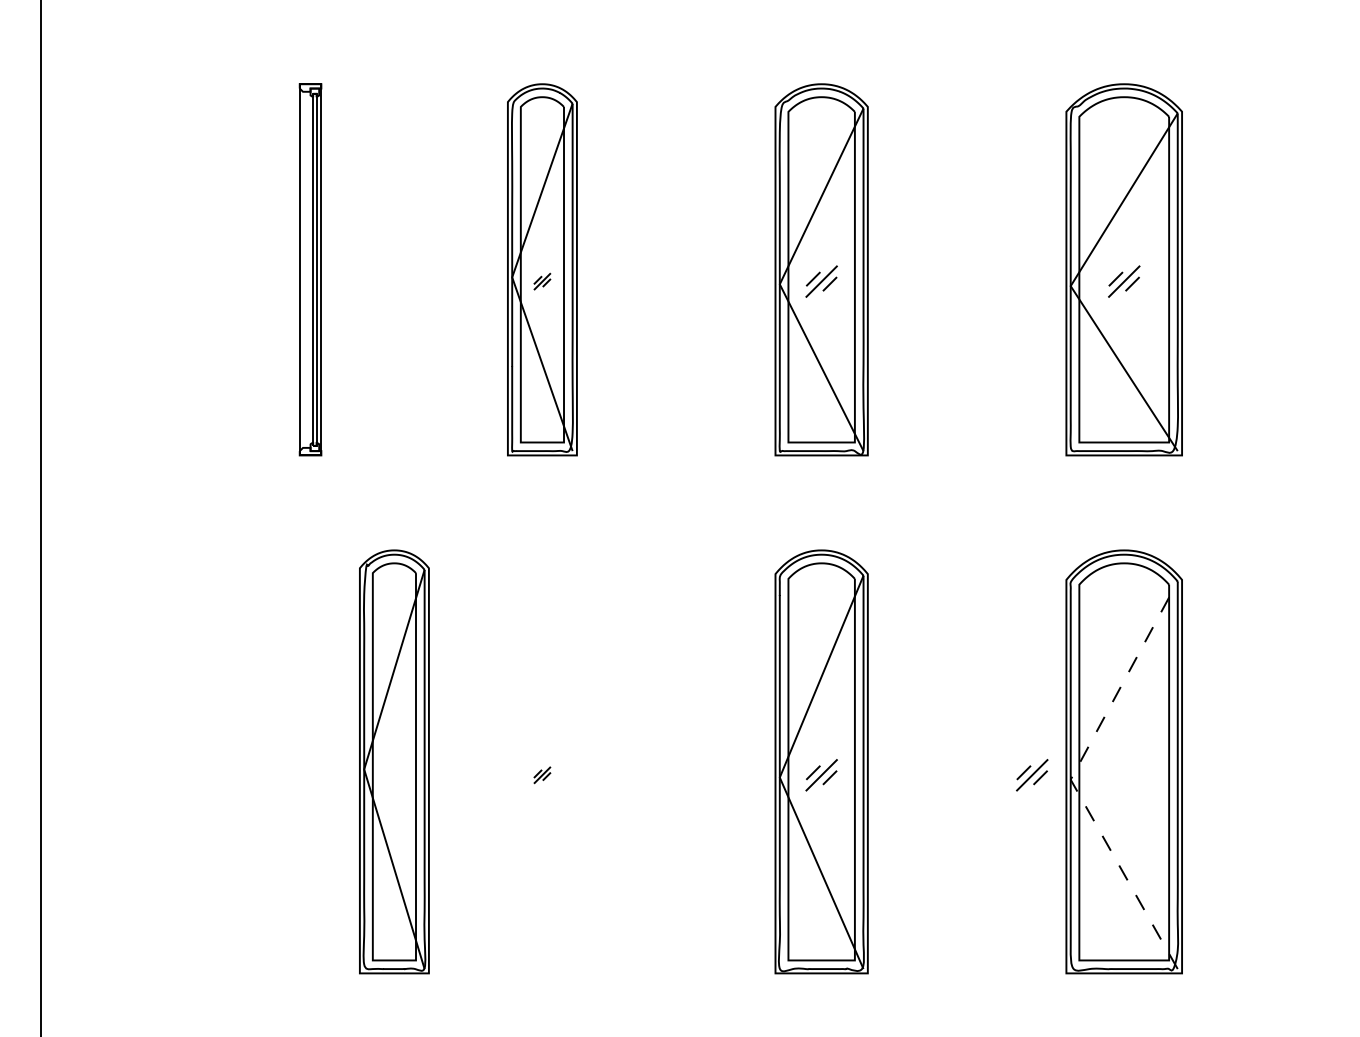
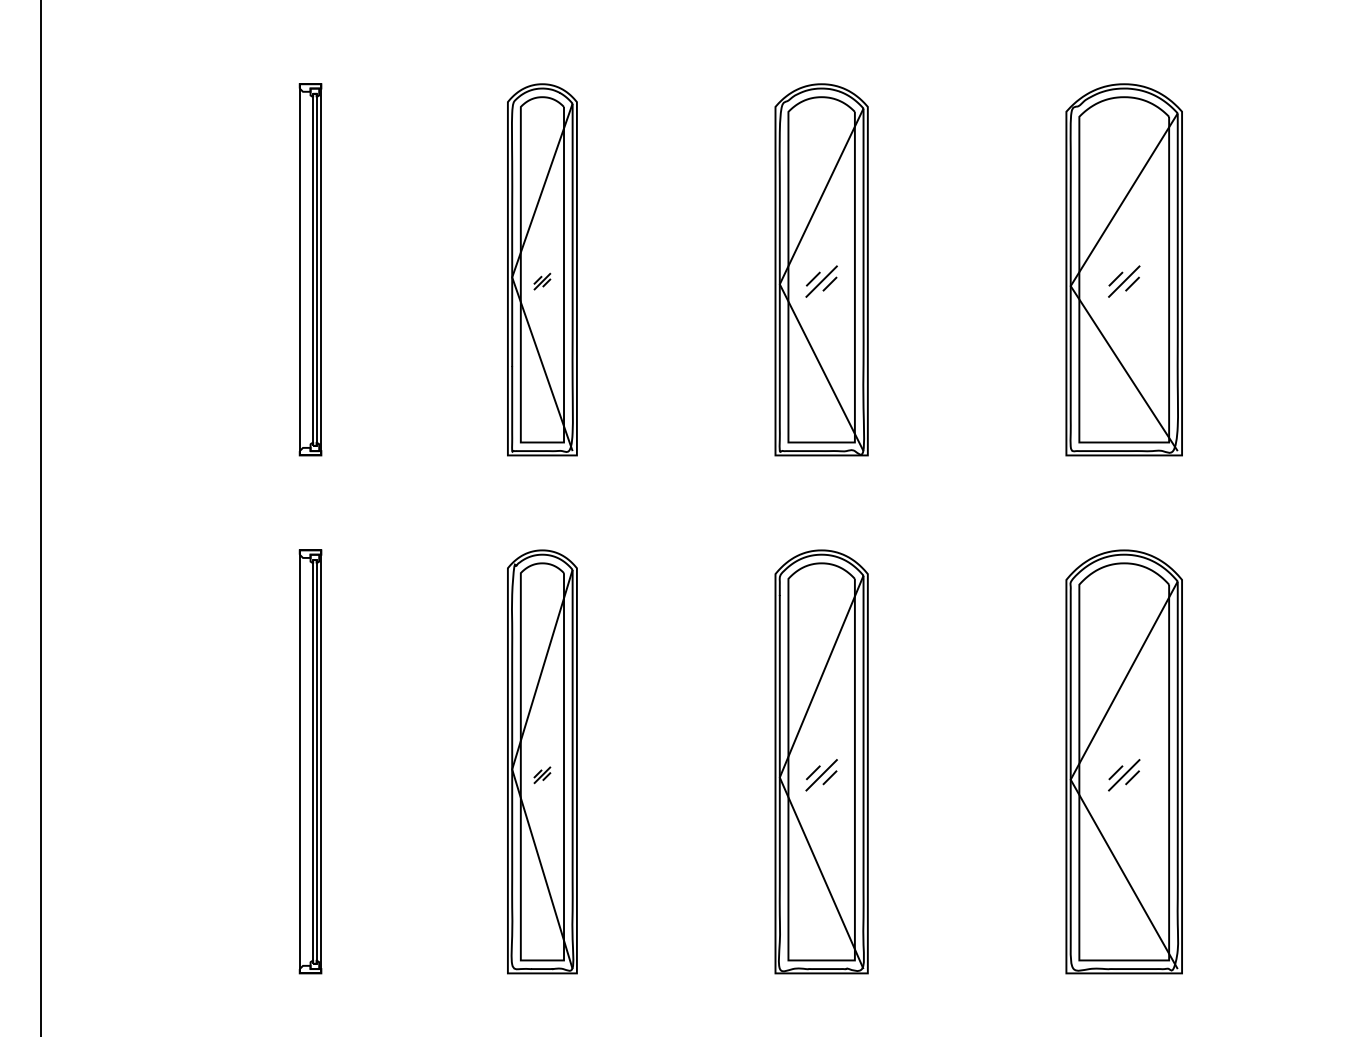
part at (310, 761): none -> present
part at (394, 761) position: (394, 761) -> (542, 761)
part at (1032, 775) position: (1032, 775) -> (1124, 775)
line at (1072, 776): dashed -> solid
